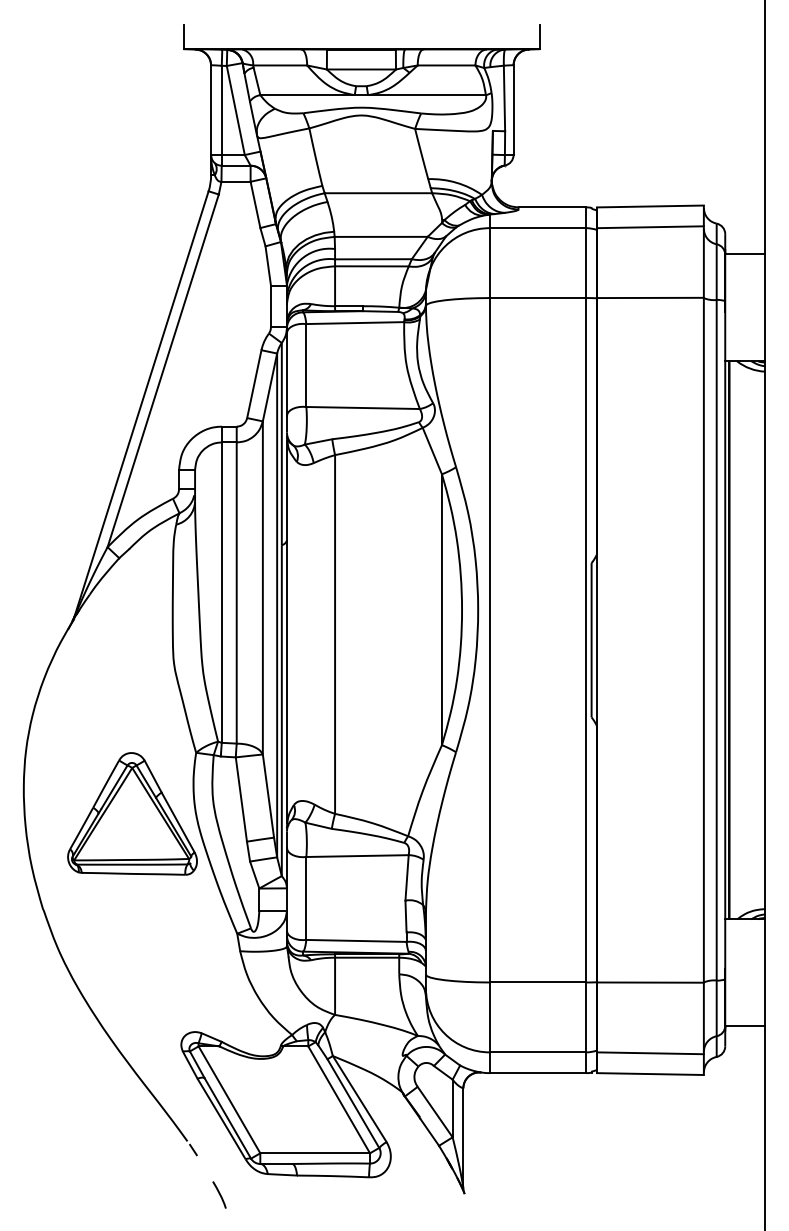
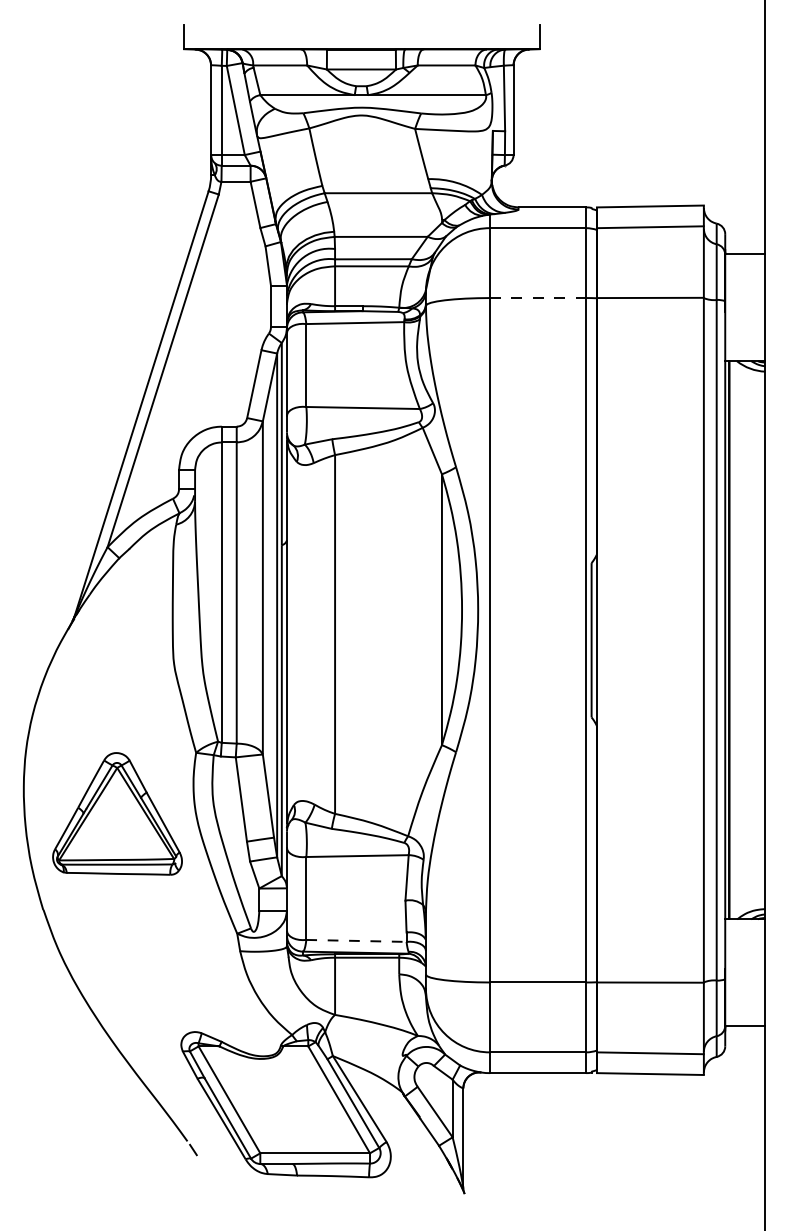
line at (537, 298): solid -> dashed
part at (132, 813) position: (132, 813) -> (117, 813)
line at (356, 940): solid -> dashed
line at (219, 1194): present -> none
